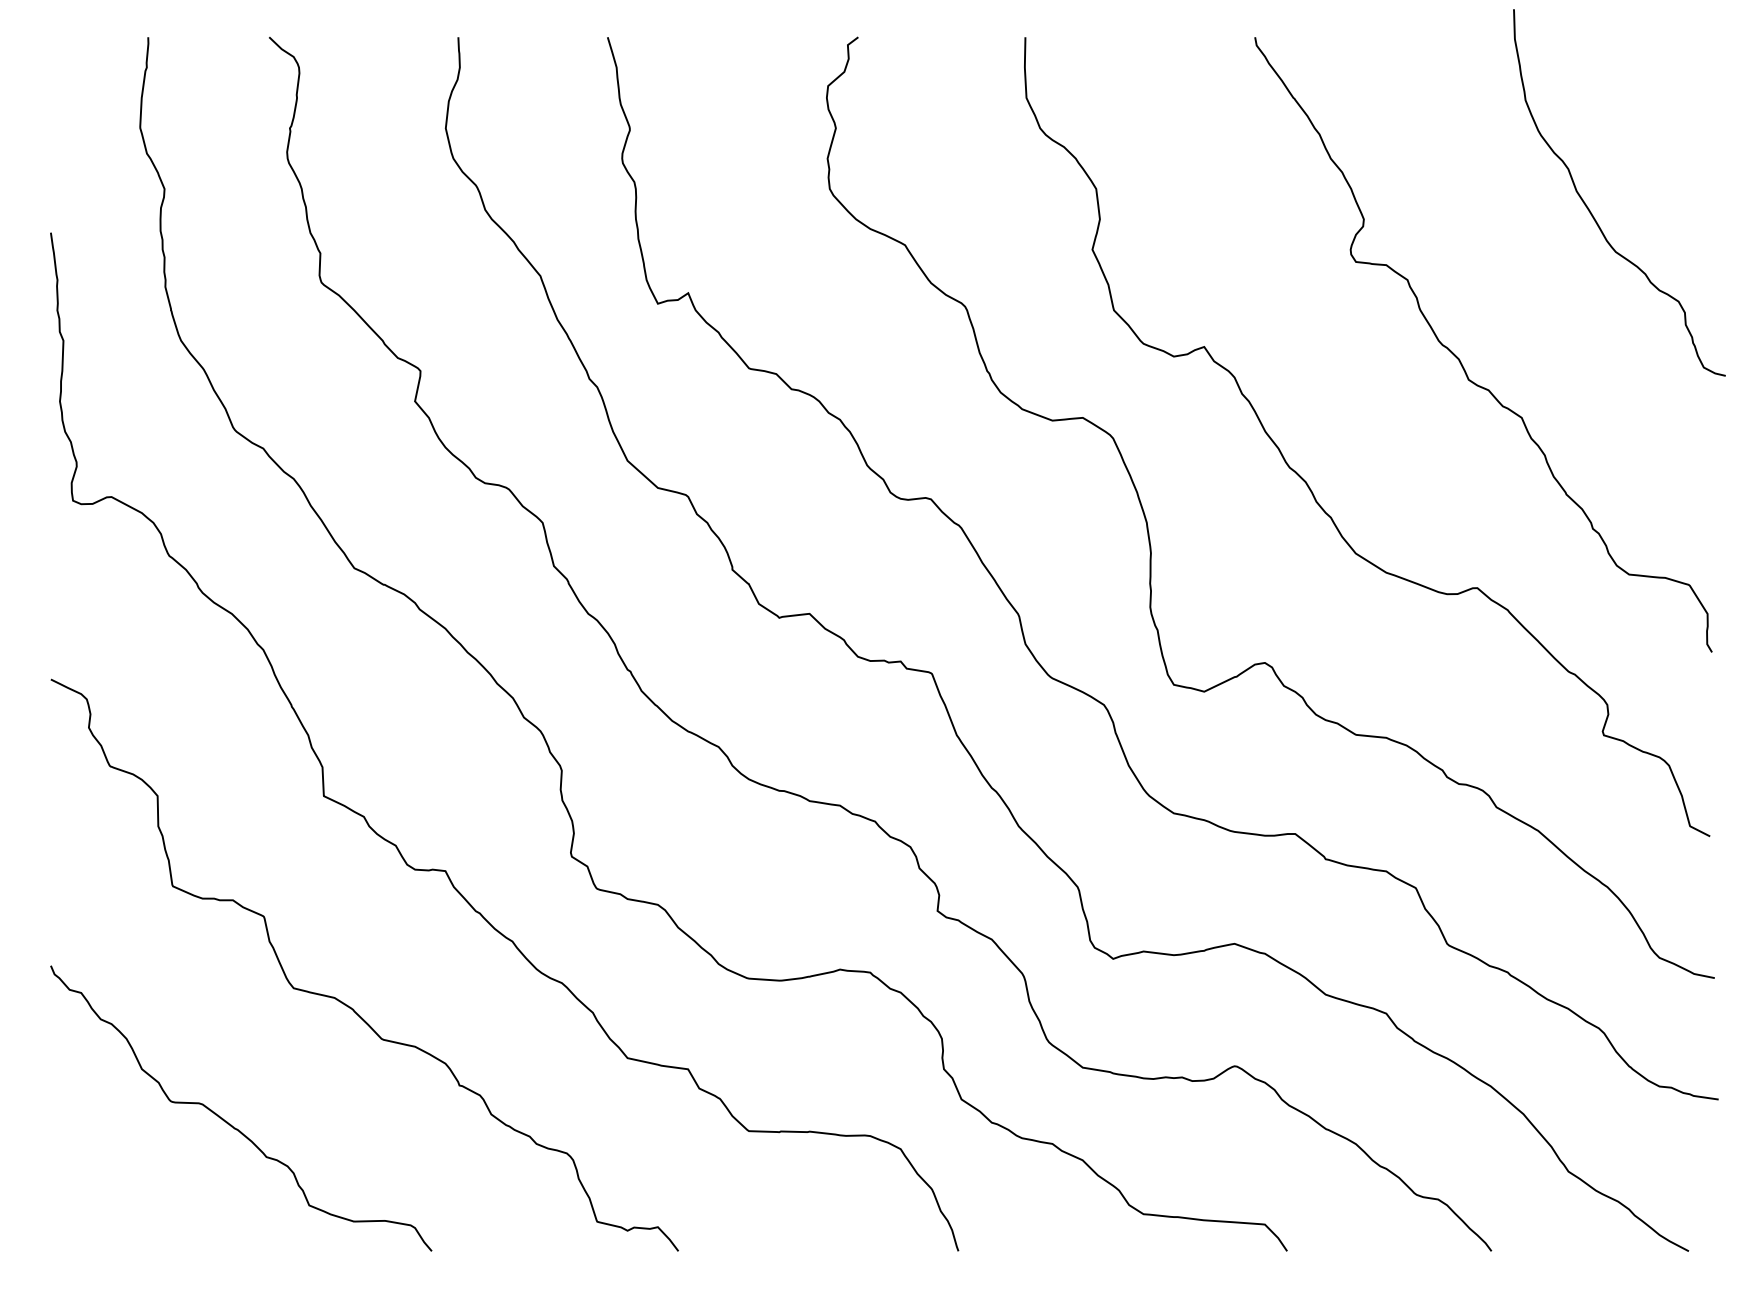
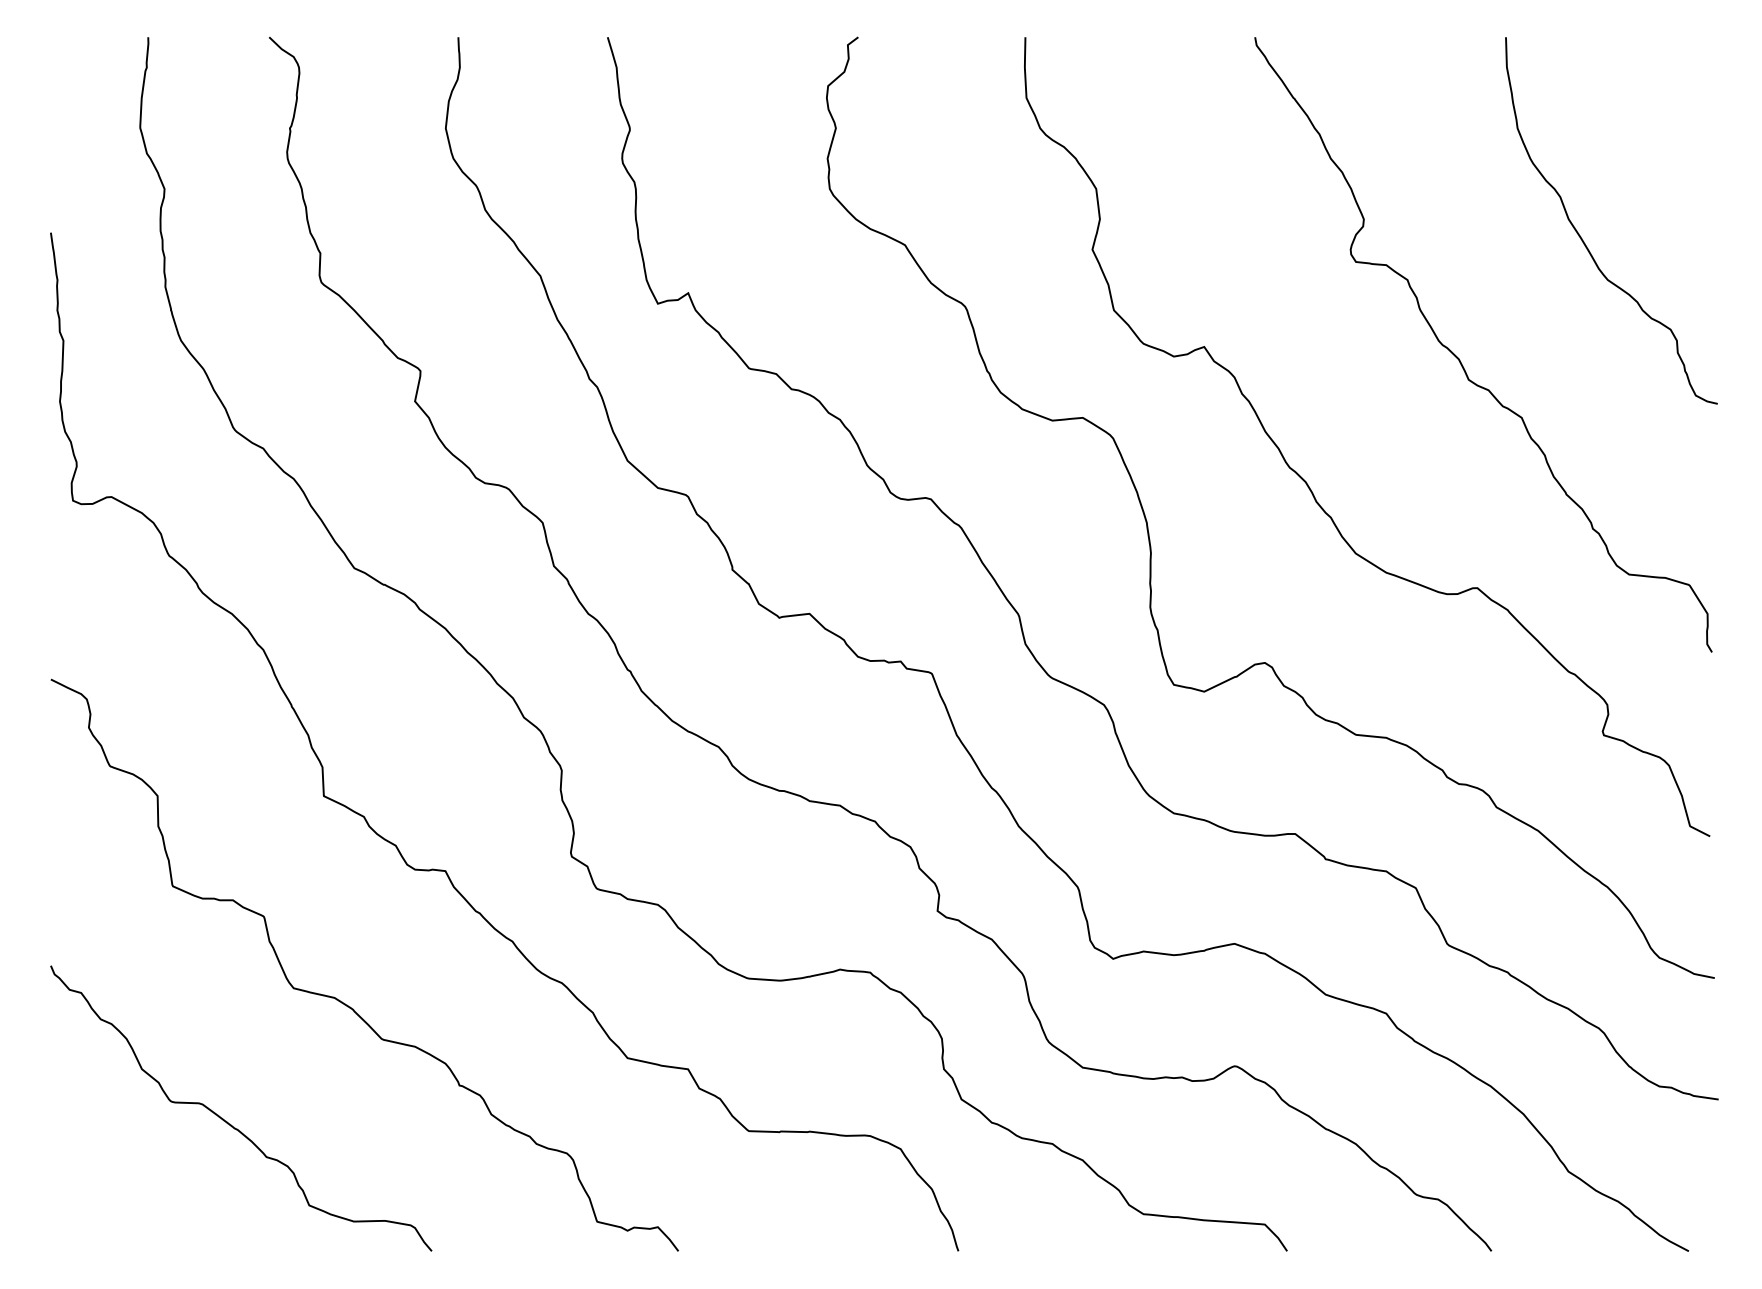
curve at (1589, 208) position: (1589, 208) -> (1581, 236)
